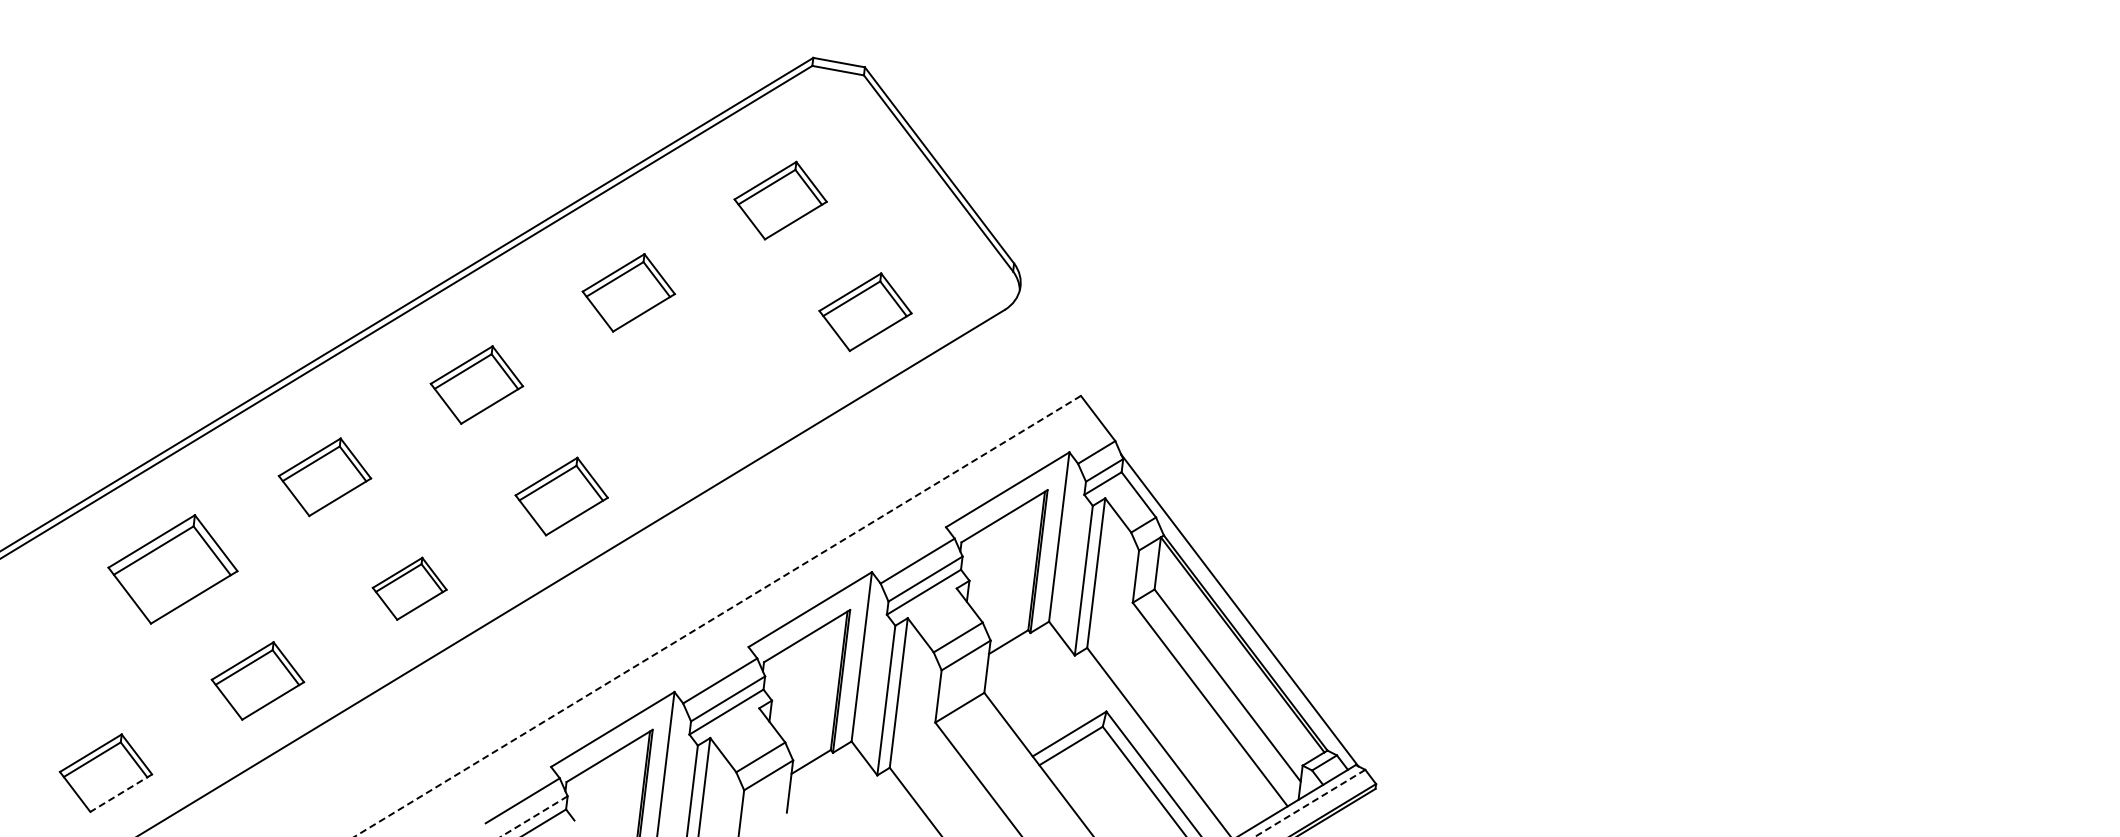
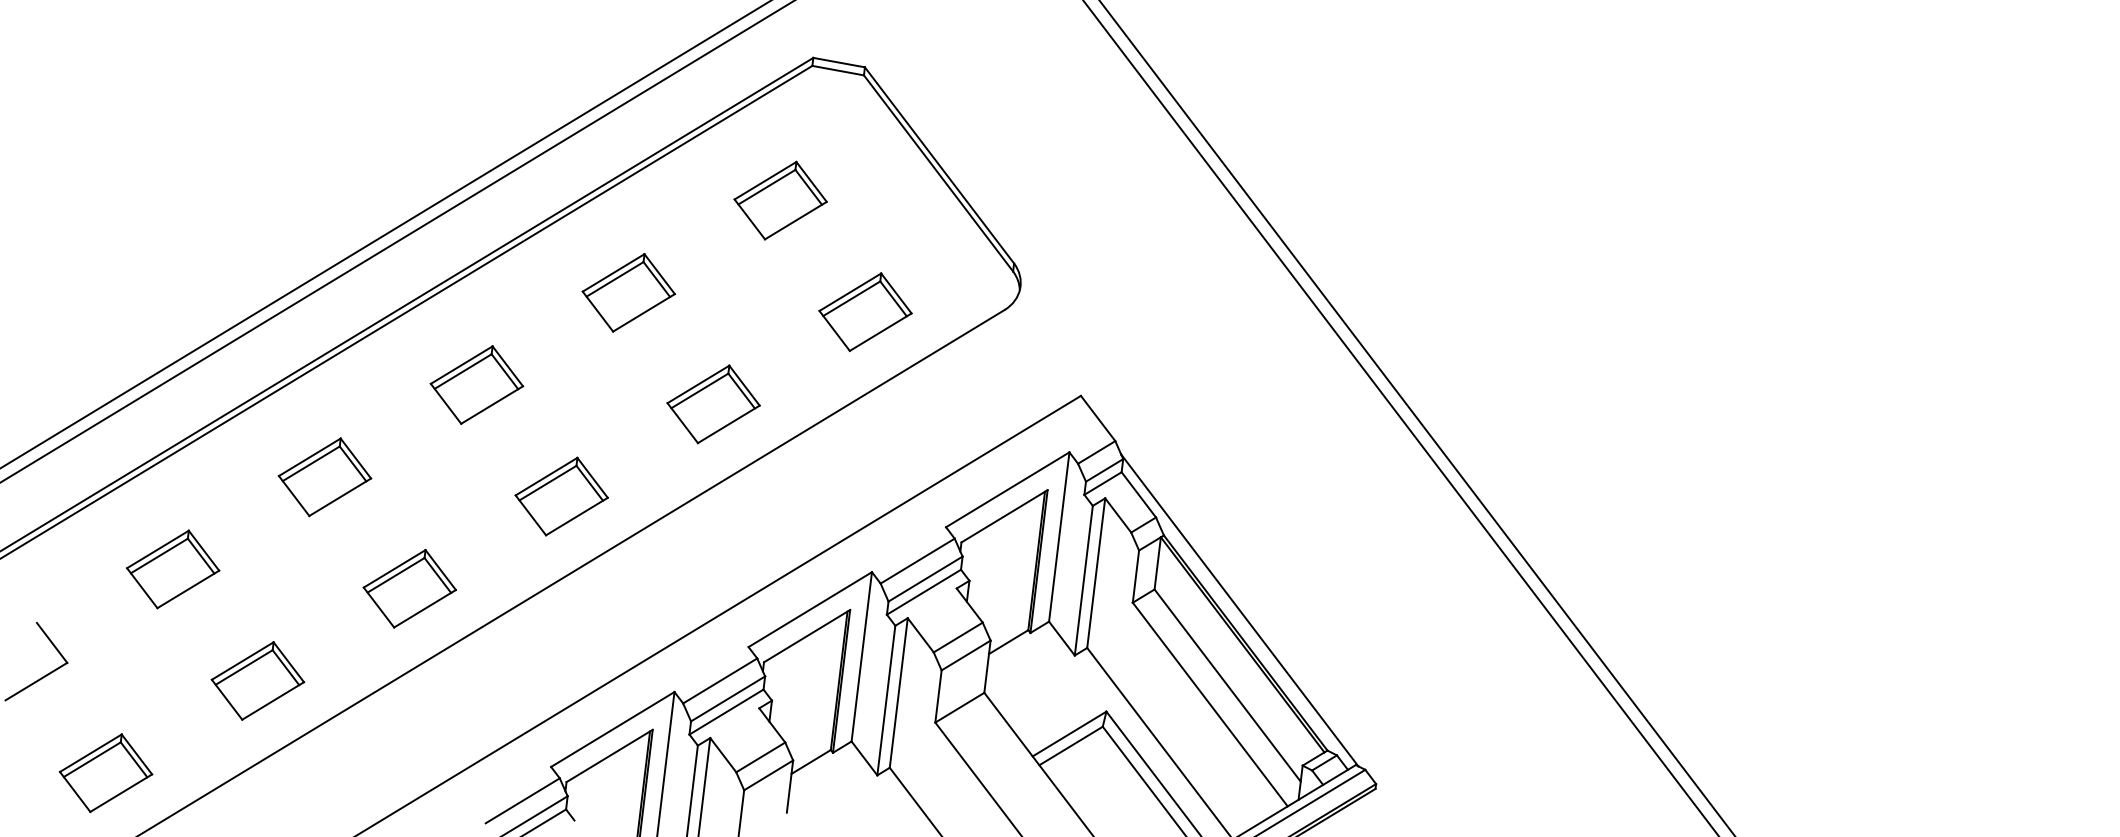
line at (385, 234): none -> present
line at (396, 241): none -> present
part at (713, 404): none -> present
line at (1400, 417): none -> present
line at (1416, 417): none -> present
part at (172, 569) size: 132x111 px -> 95x81 px
part at (409, 588) size: 77x65 px -> 95x80 px
line at (717, 616): dashed -> solid
part at (44, 675): none -> present
line at (120, 793): dashed -> solid
line at (1309, 803): dashed -> solid
line at (534, 816): dashed -> solid
